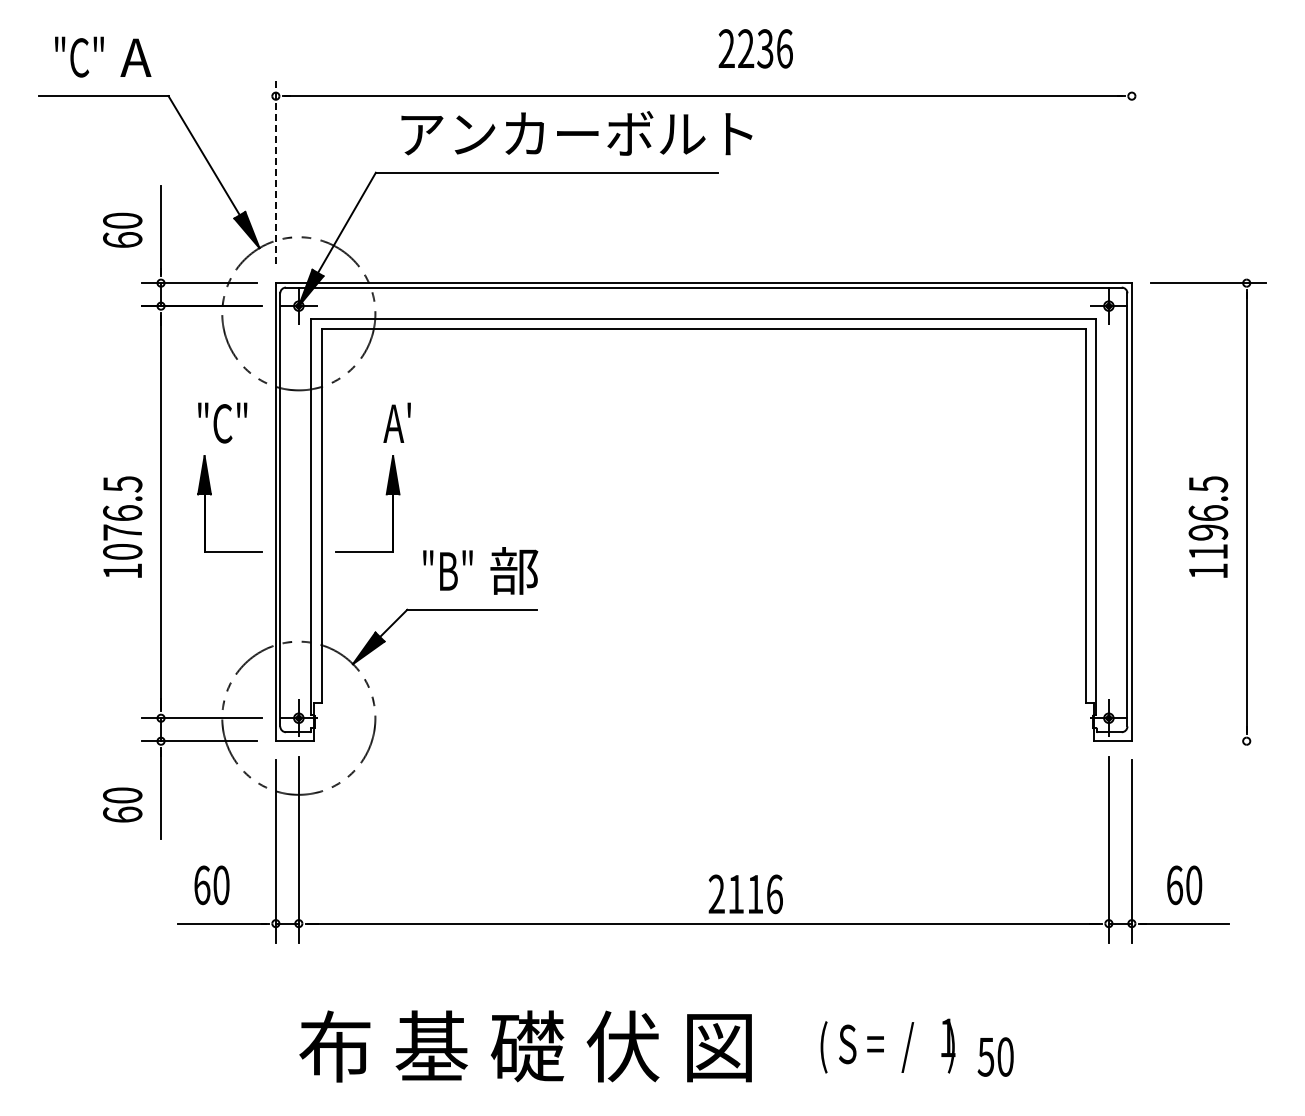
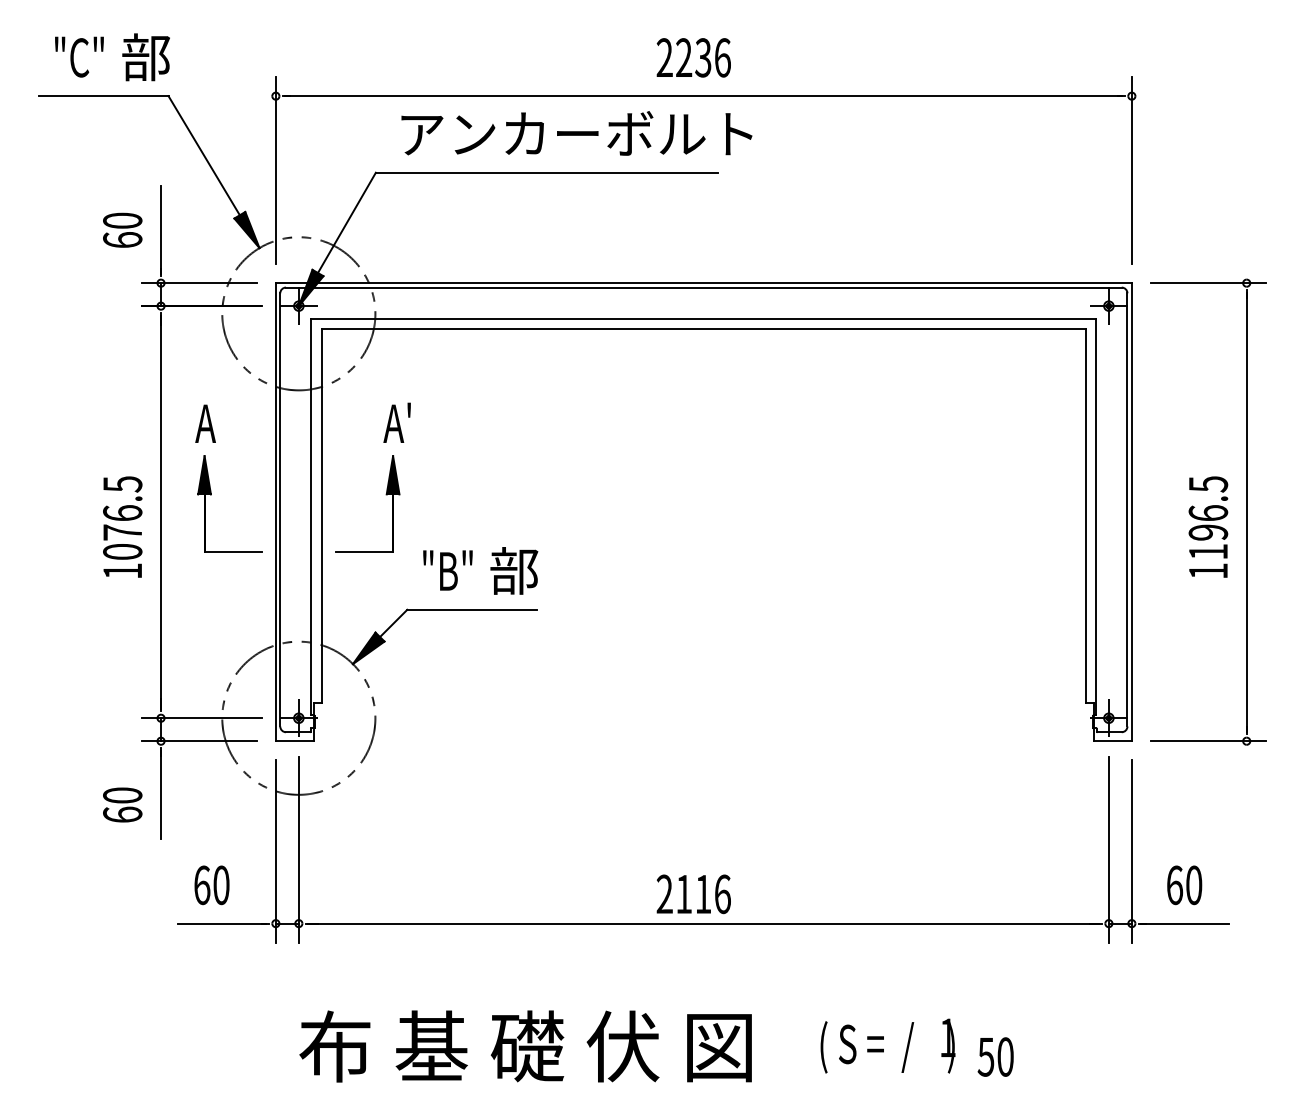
text at (755, 48) position: (755, 48) -> (693, 57)
text at (144, 57): A -> 部
line at (275, 170): dashed -> solid
line at (1131, 170): none -> present
text at (221, 422): "C" -> A
line at (1208, 741): none -> present
text at (745, 894) position: (745, 894) -> (693, 894)
